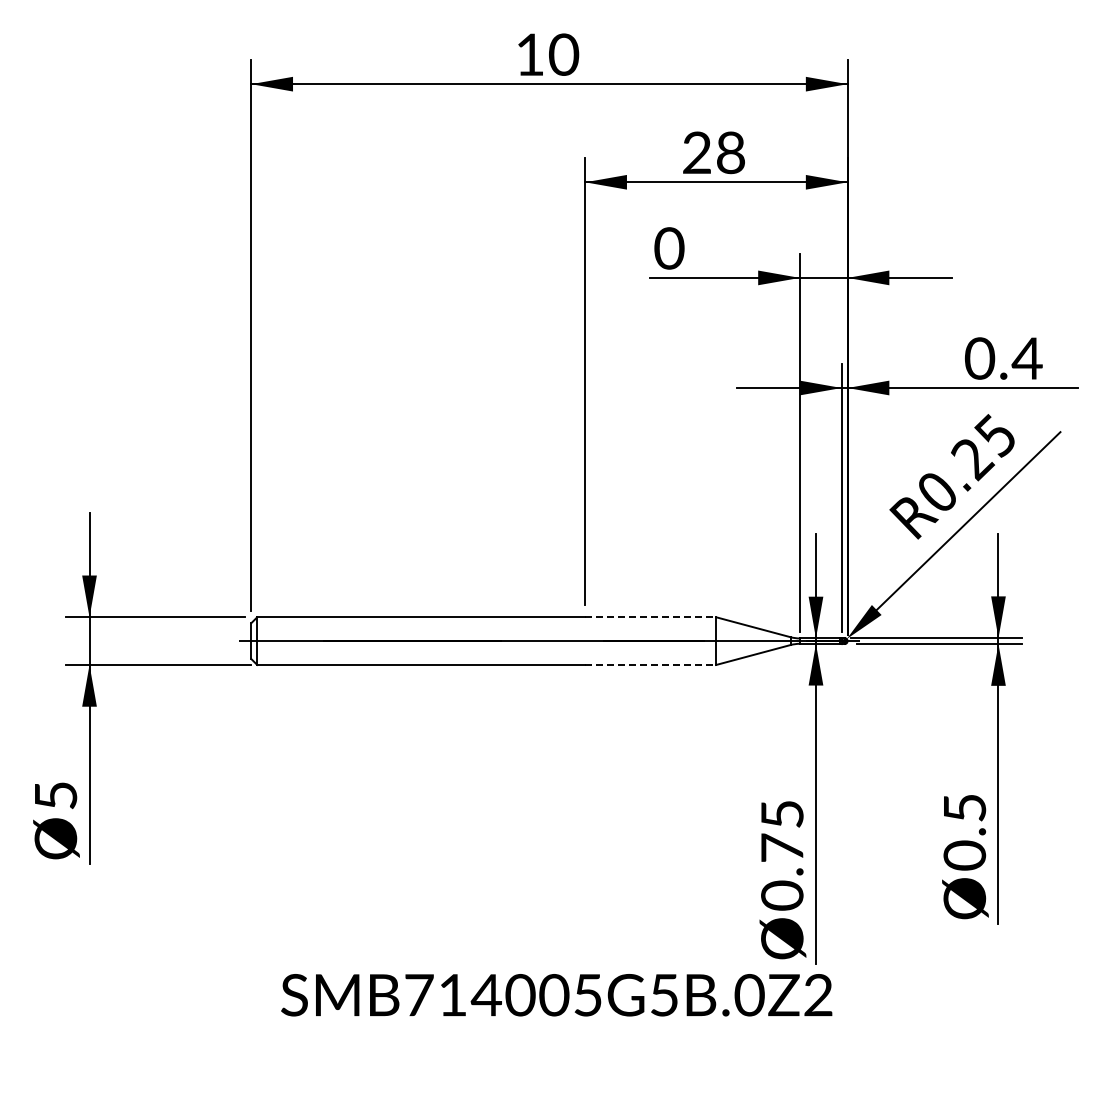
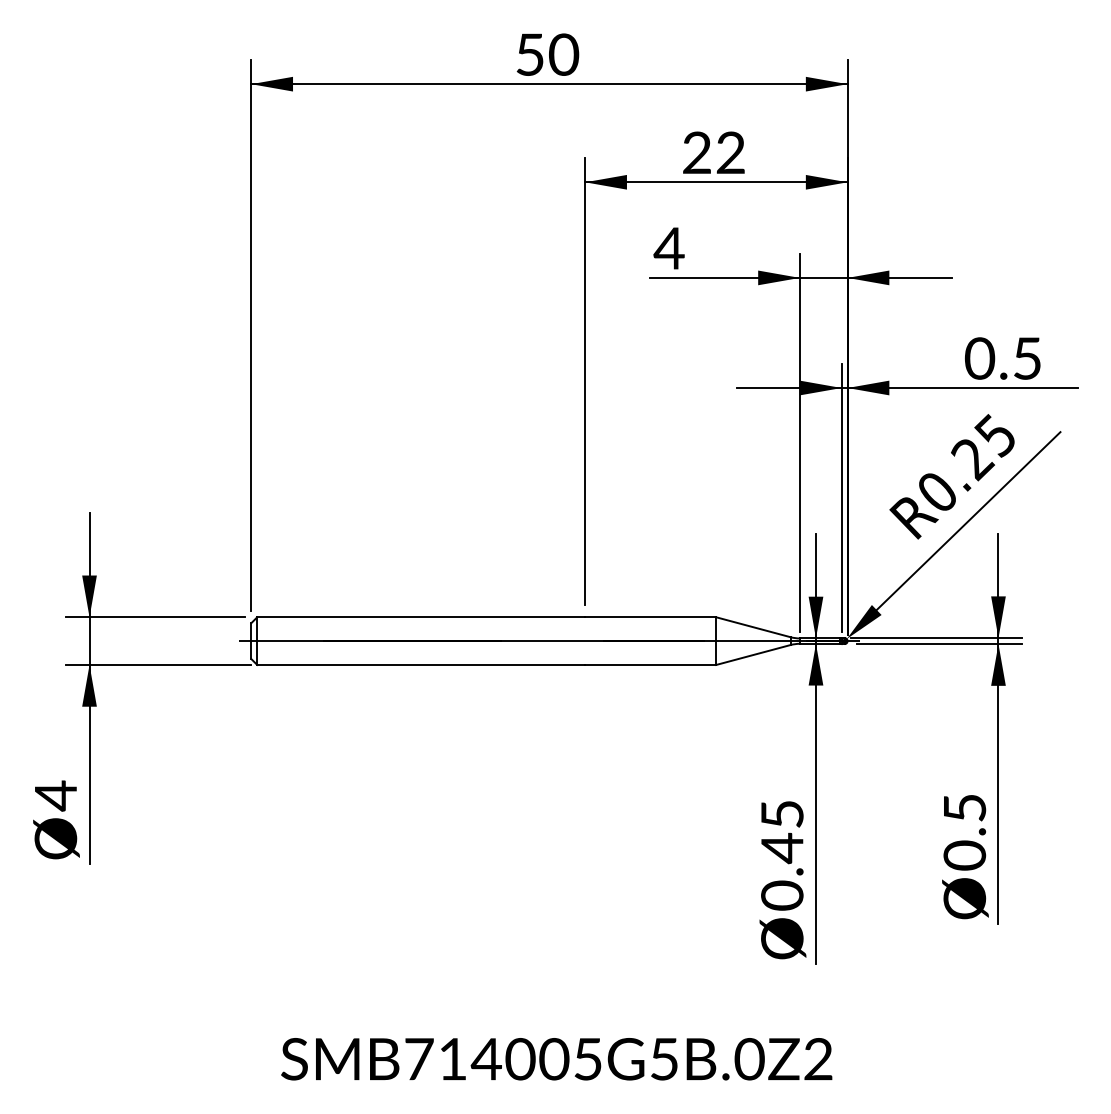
text at (529, 54): 10 -> 50
text at (730, 153): 28 -> 22
text at (668, 248): 0 -> 4
text at (1026, 358): 0.4 -> 0.5
line at (651, 617): dashed -> solid
line at (651, 664): dashed -> solid
text at (56, 795): 5 -> 4
text at (782, 848): 0.75 -> 0.45
text at (556, 995) position: (556, 995) -> (556, 1059)
